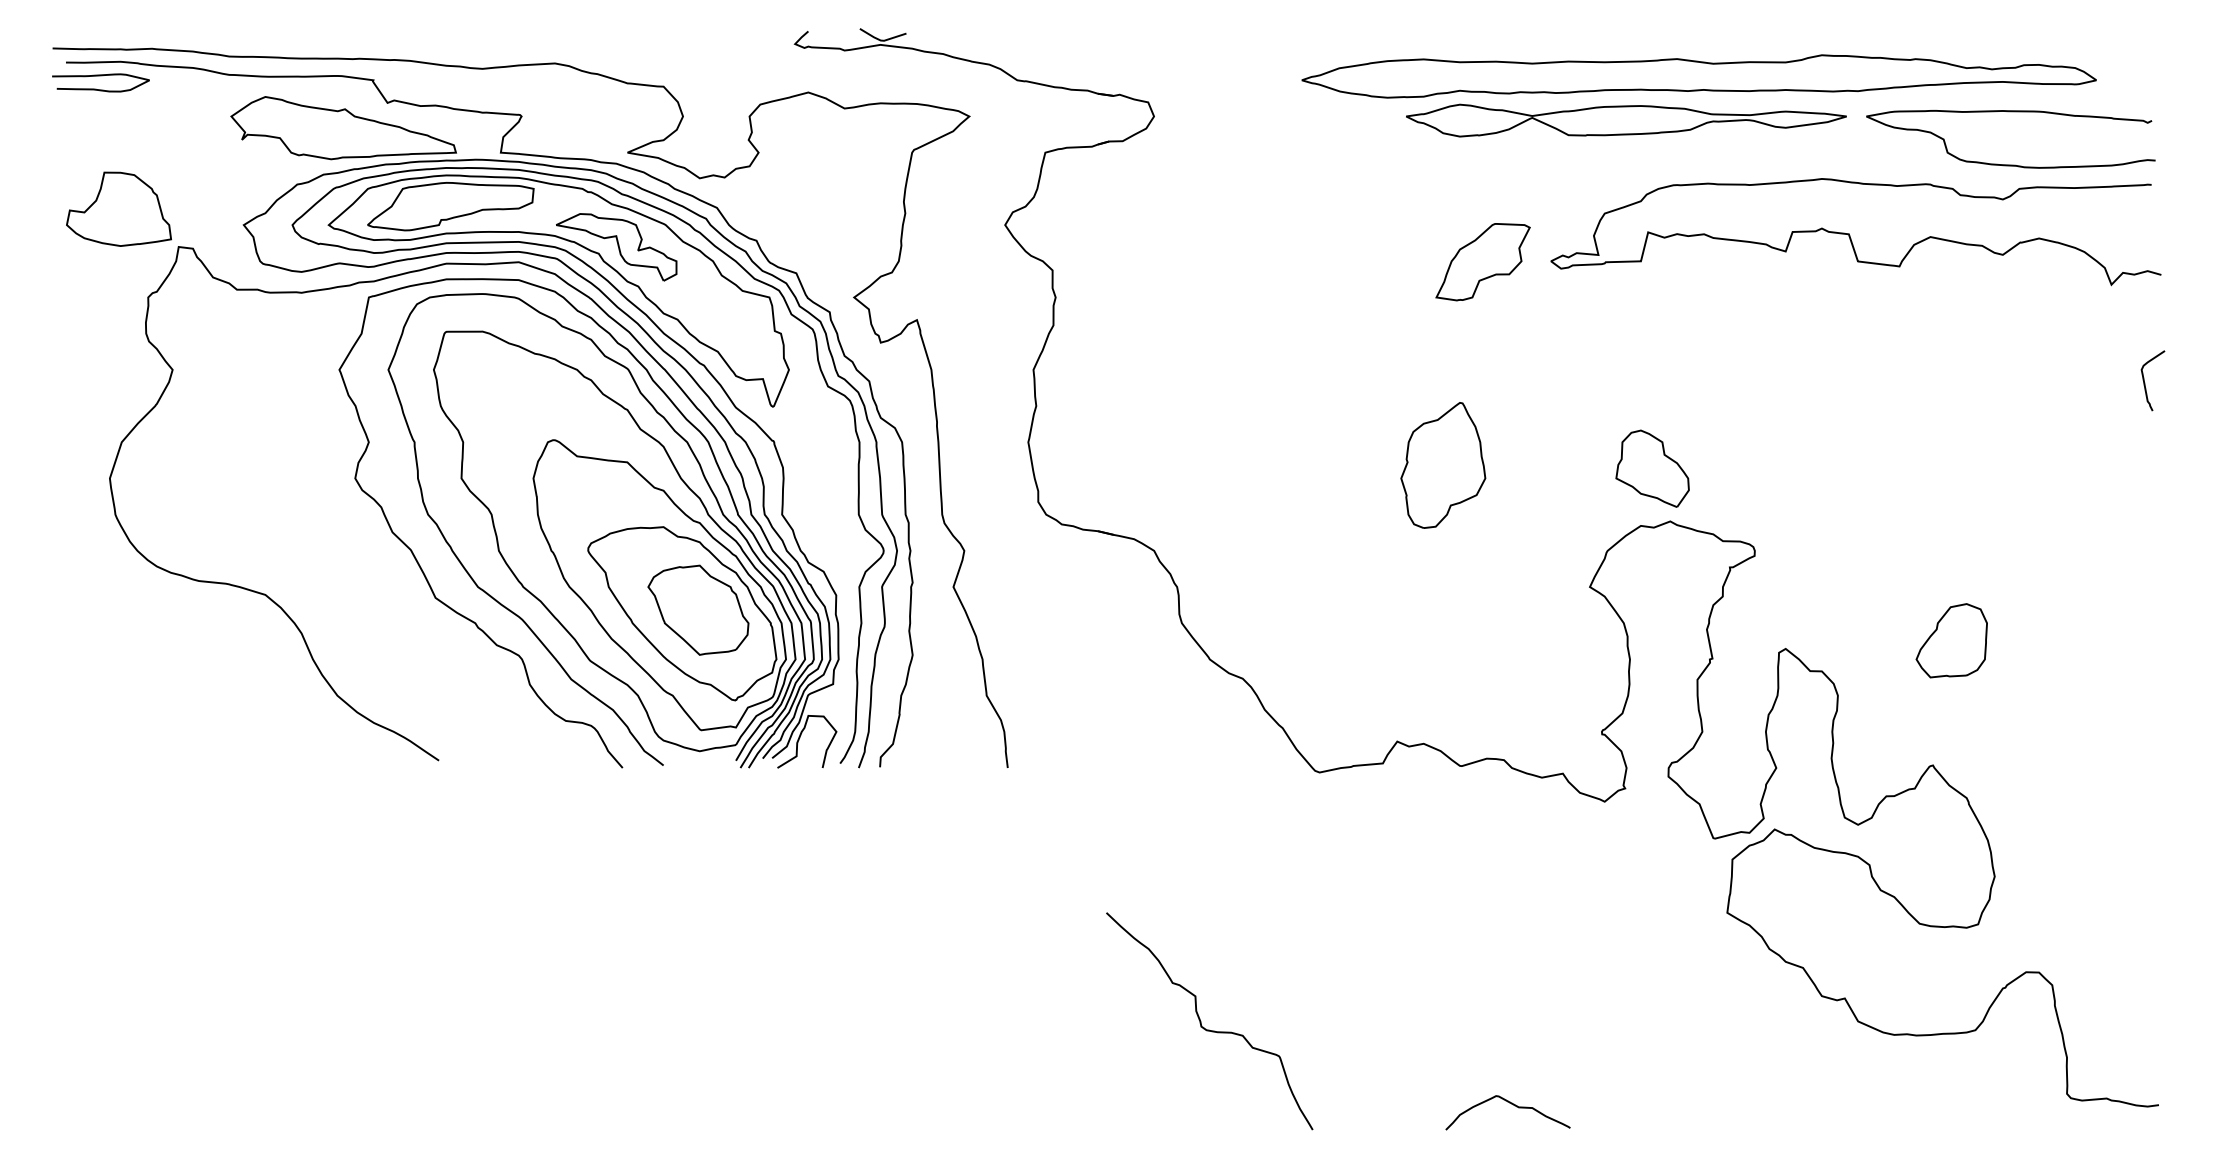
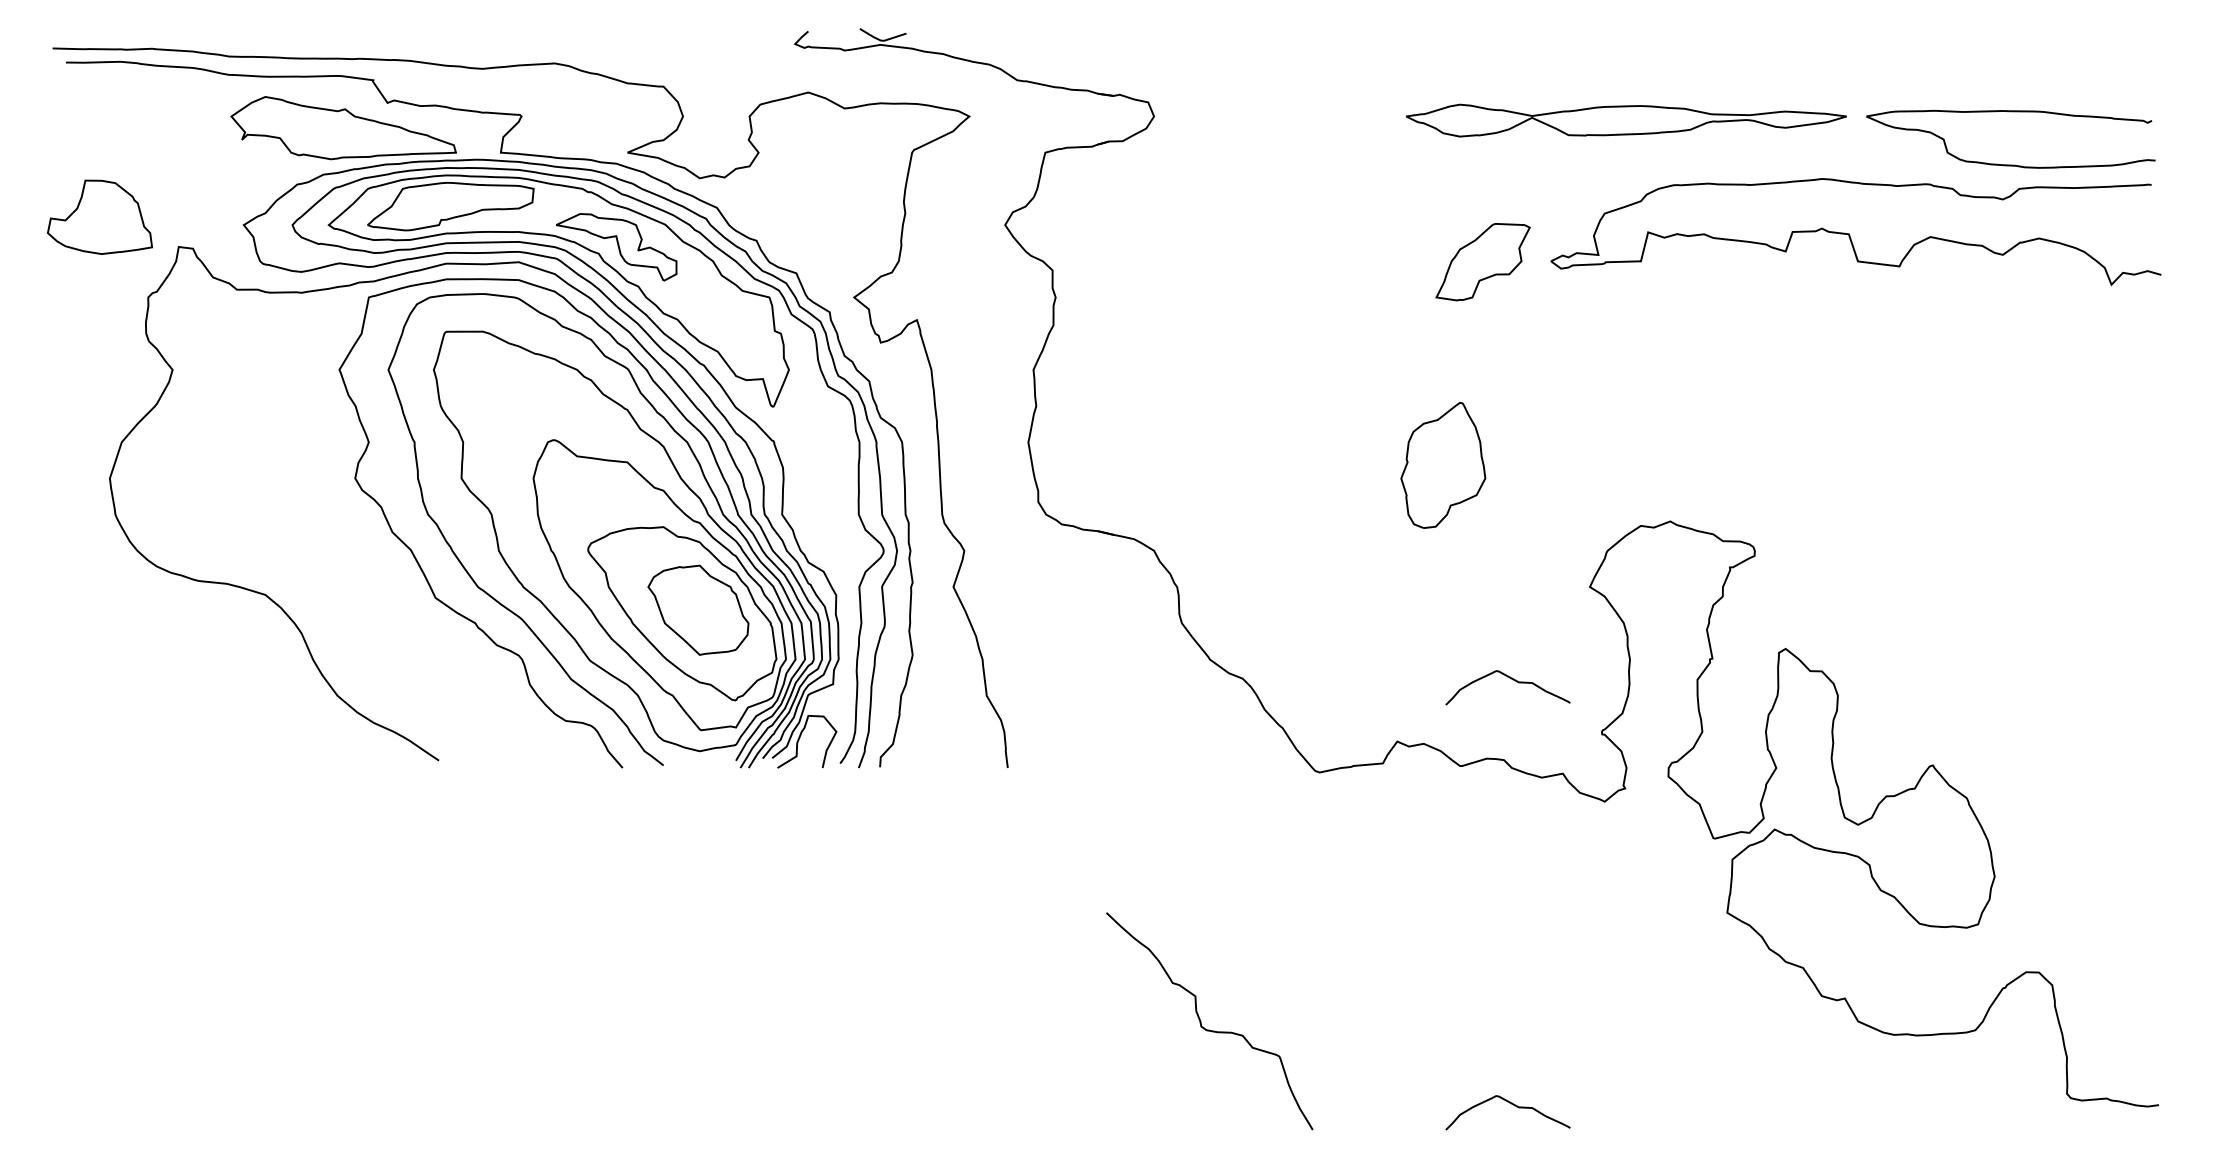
curve at (100, 76): present -> none
part at (1698, 76): present -> none
part at (118, 208) position: (118, 208) -> (99, 216)
curve at (2145, 382): present -> none
part at (1652, 468): present -> none
part at (1951, 640): present -> none
curve at (1511, 679): none -> present
